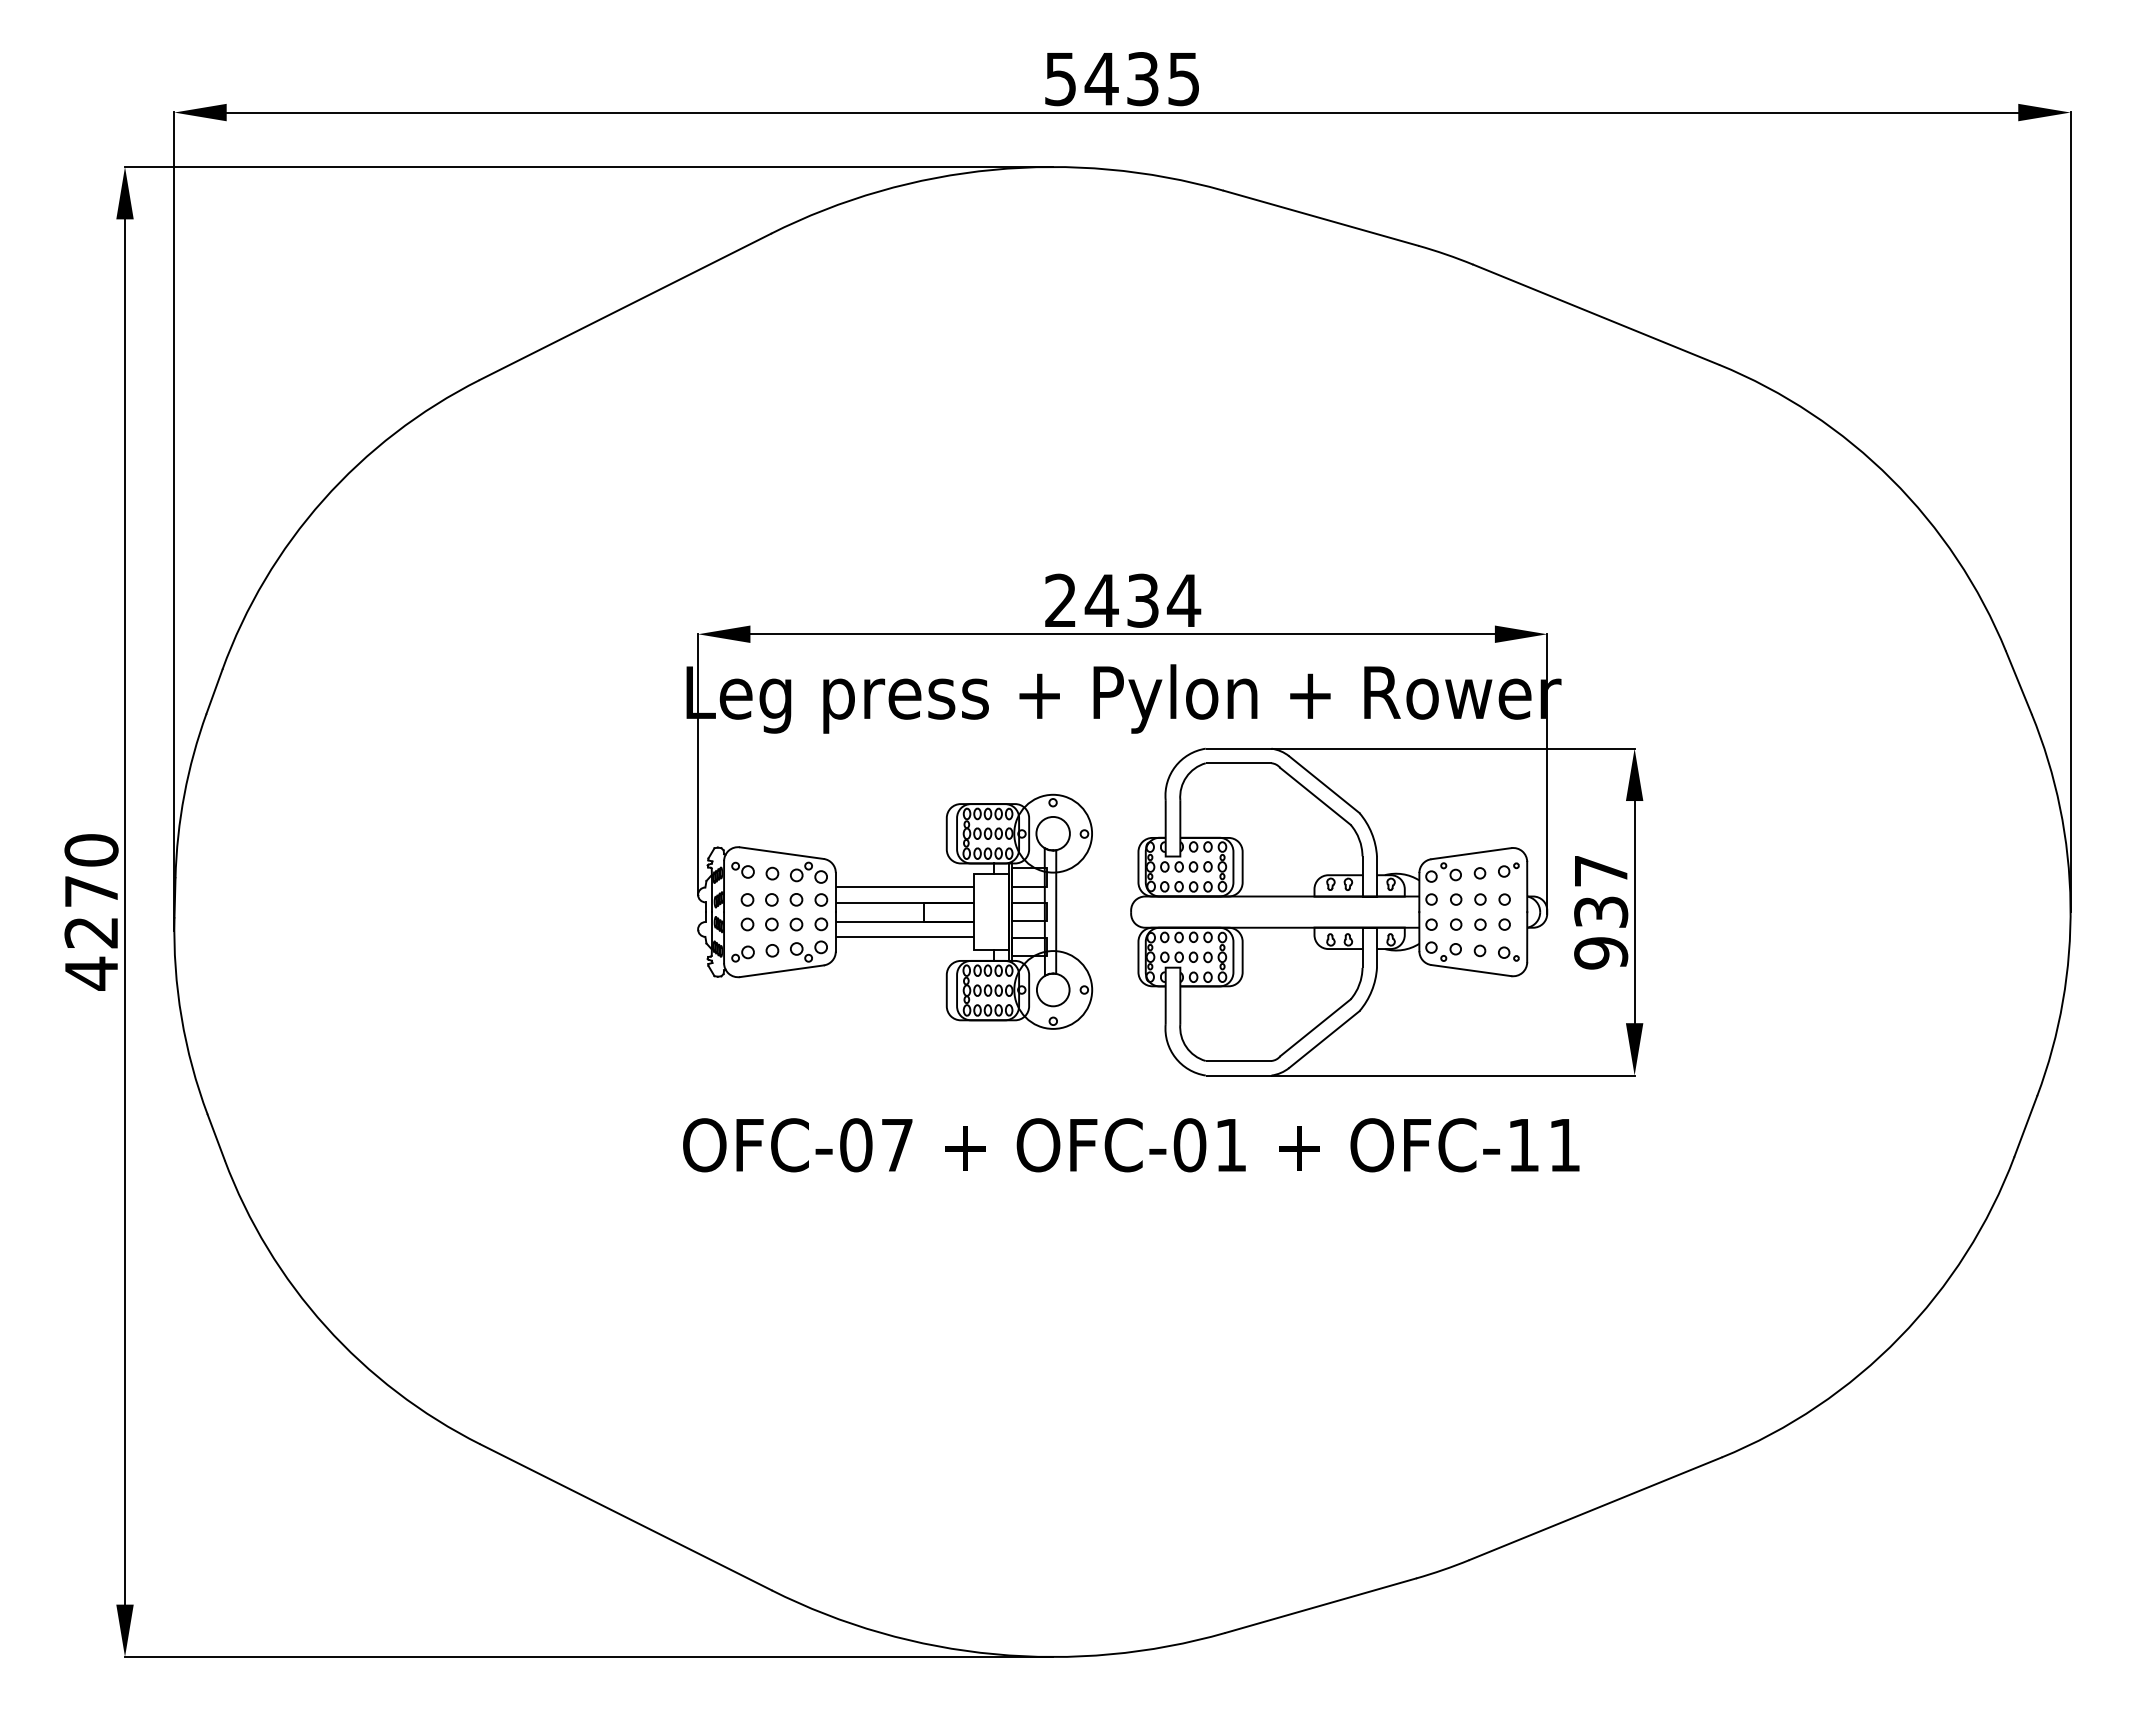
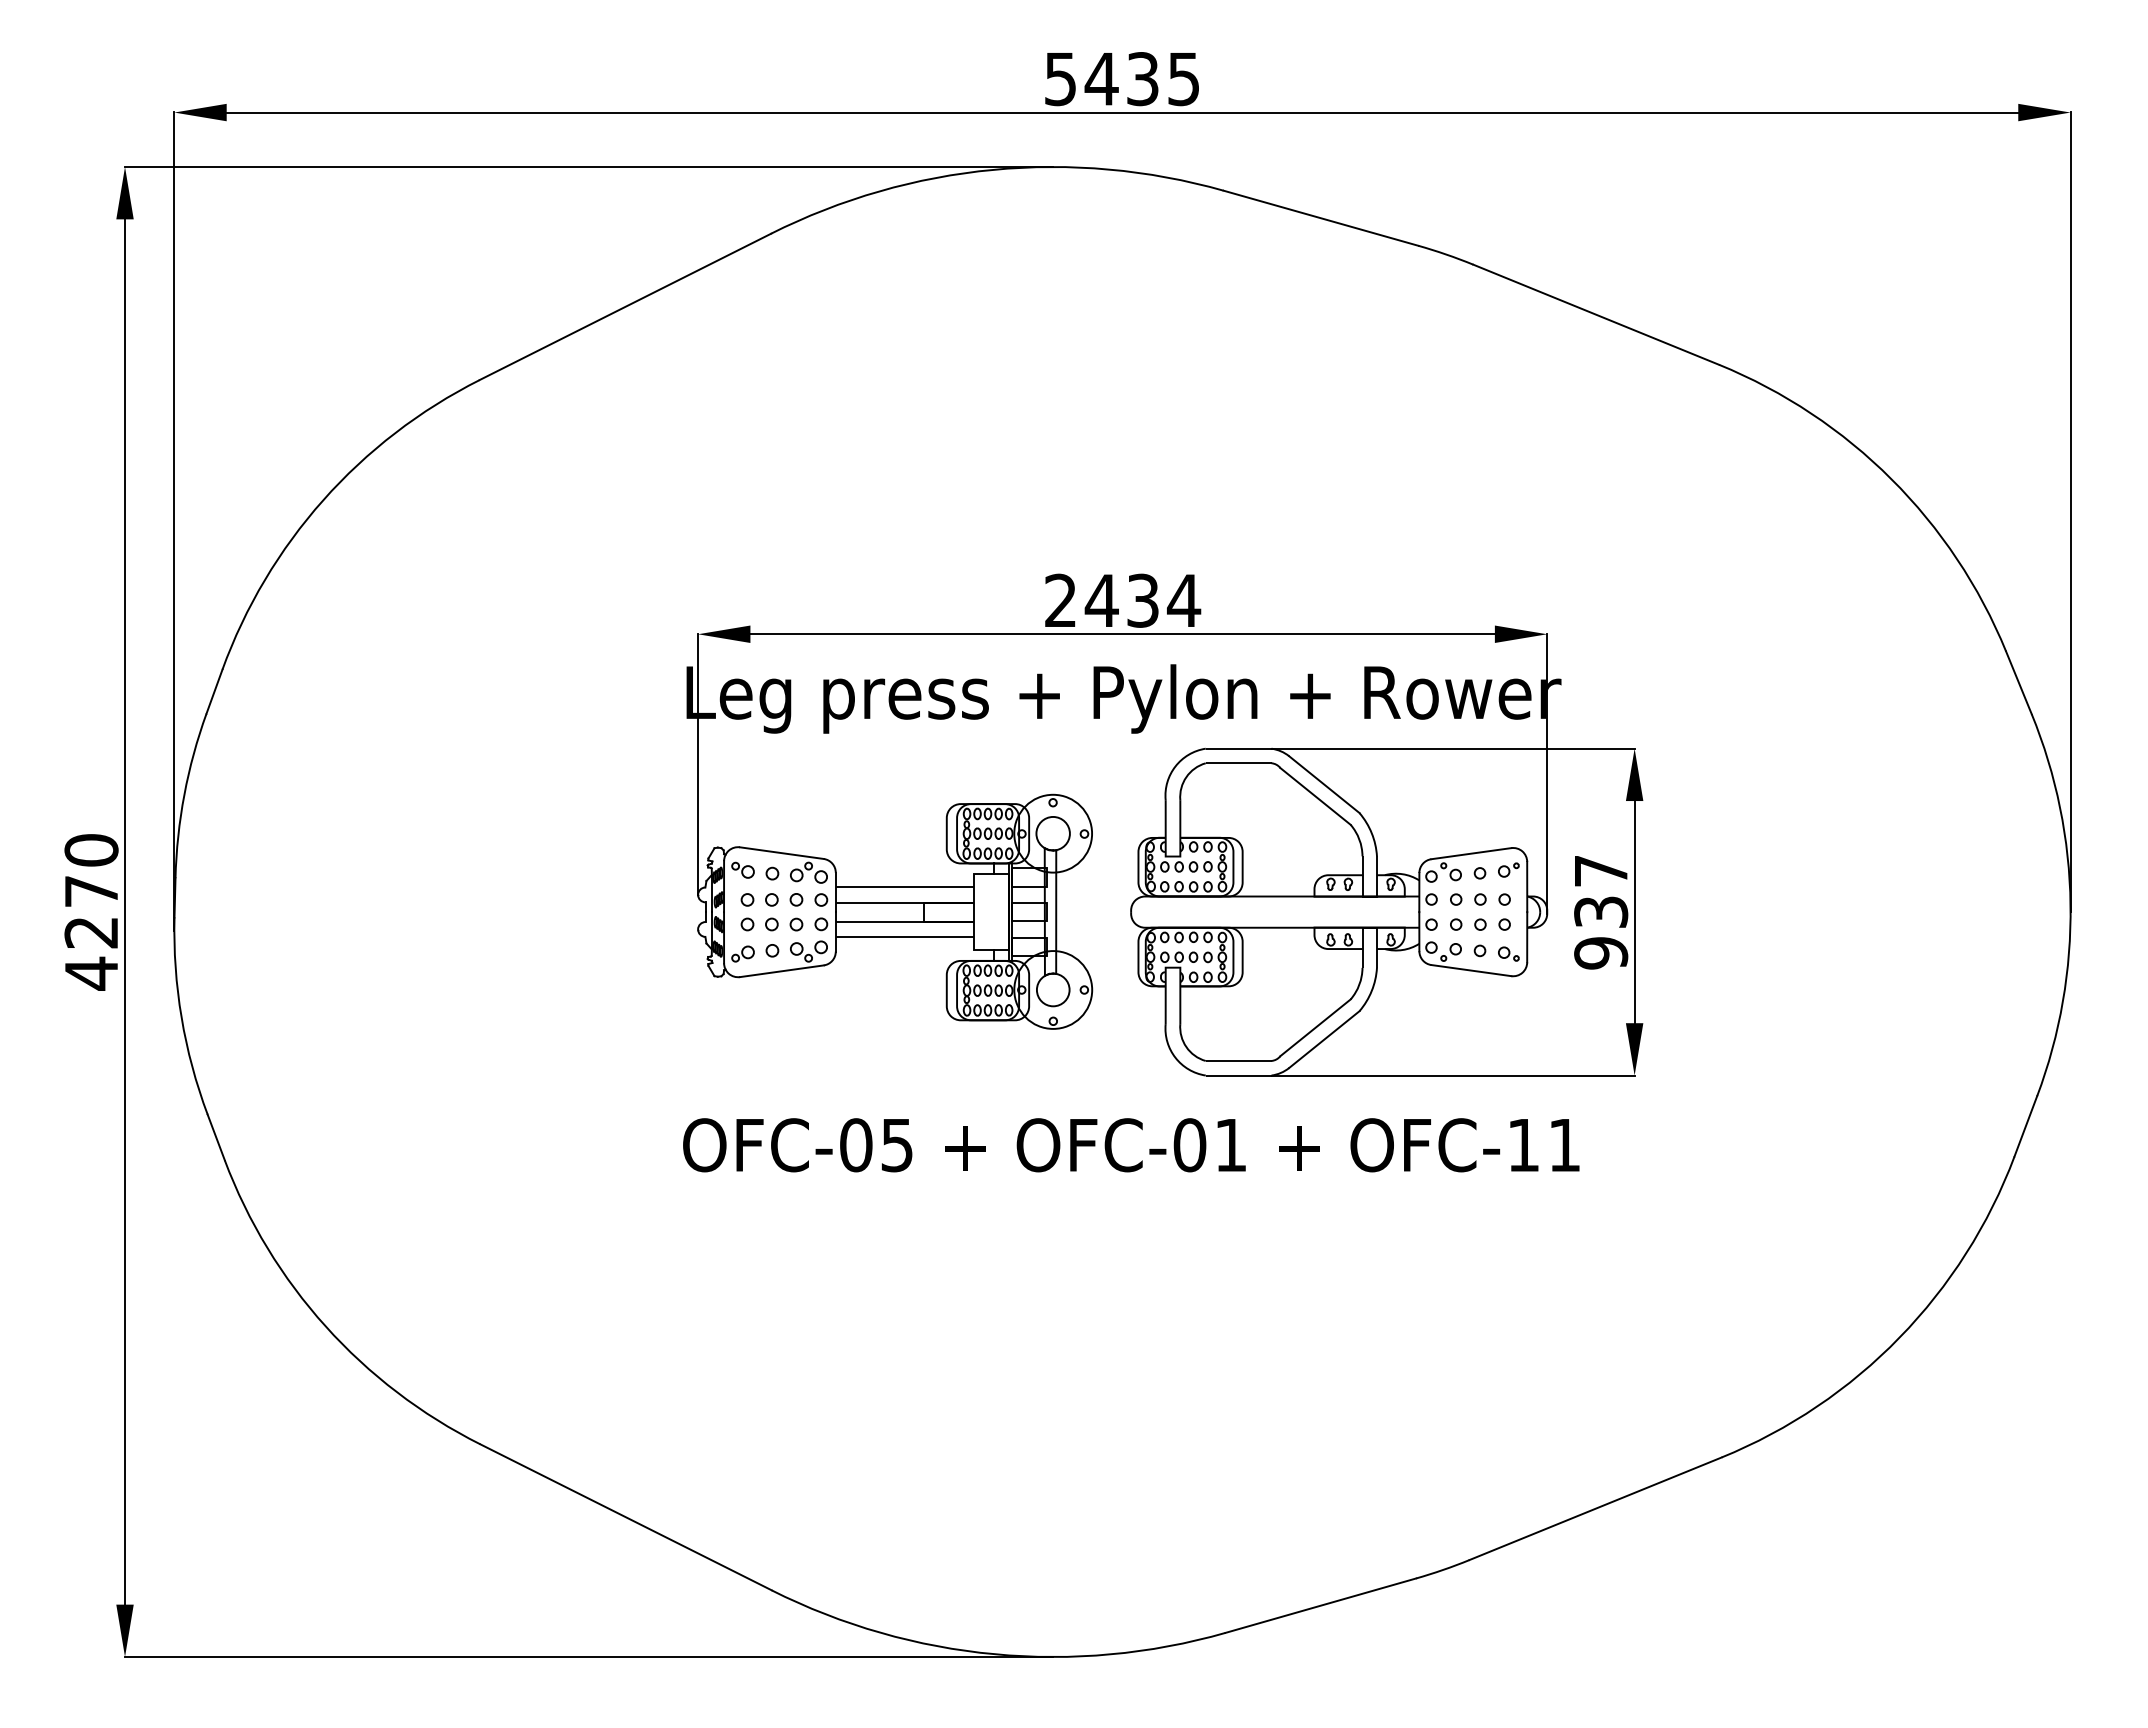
text at (896, 1145): OFC-07 -> OFC-05
